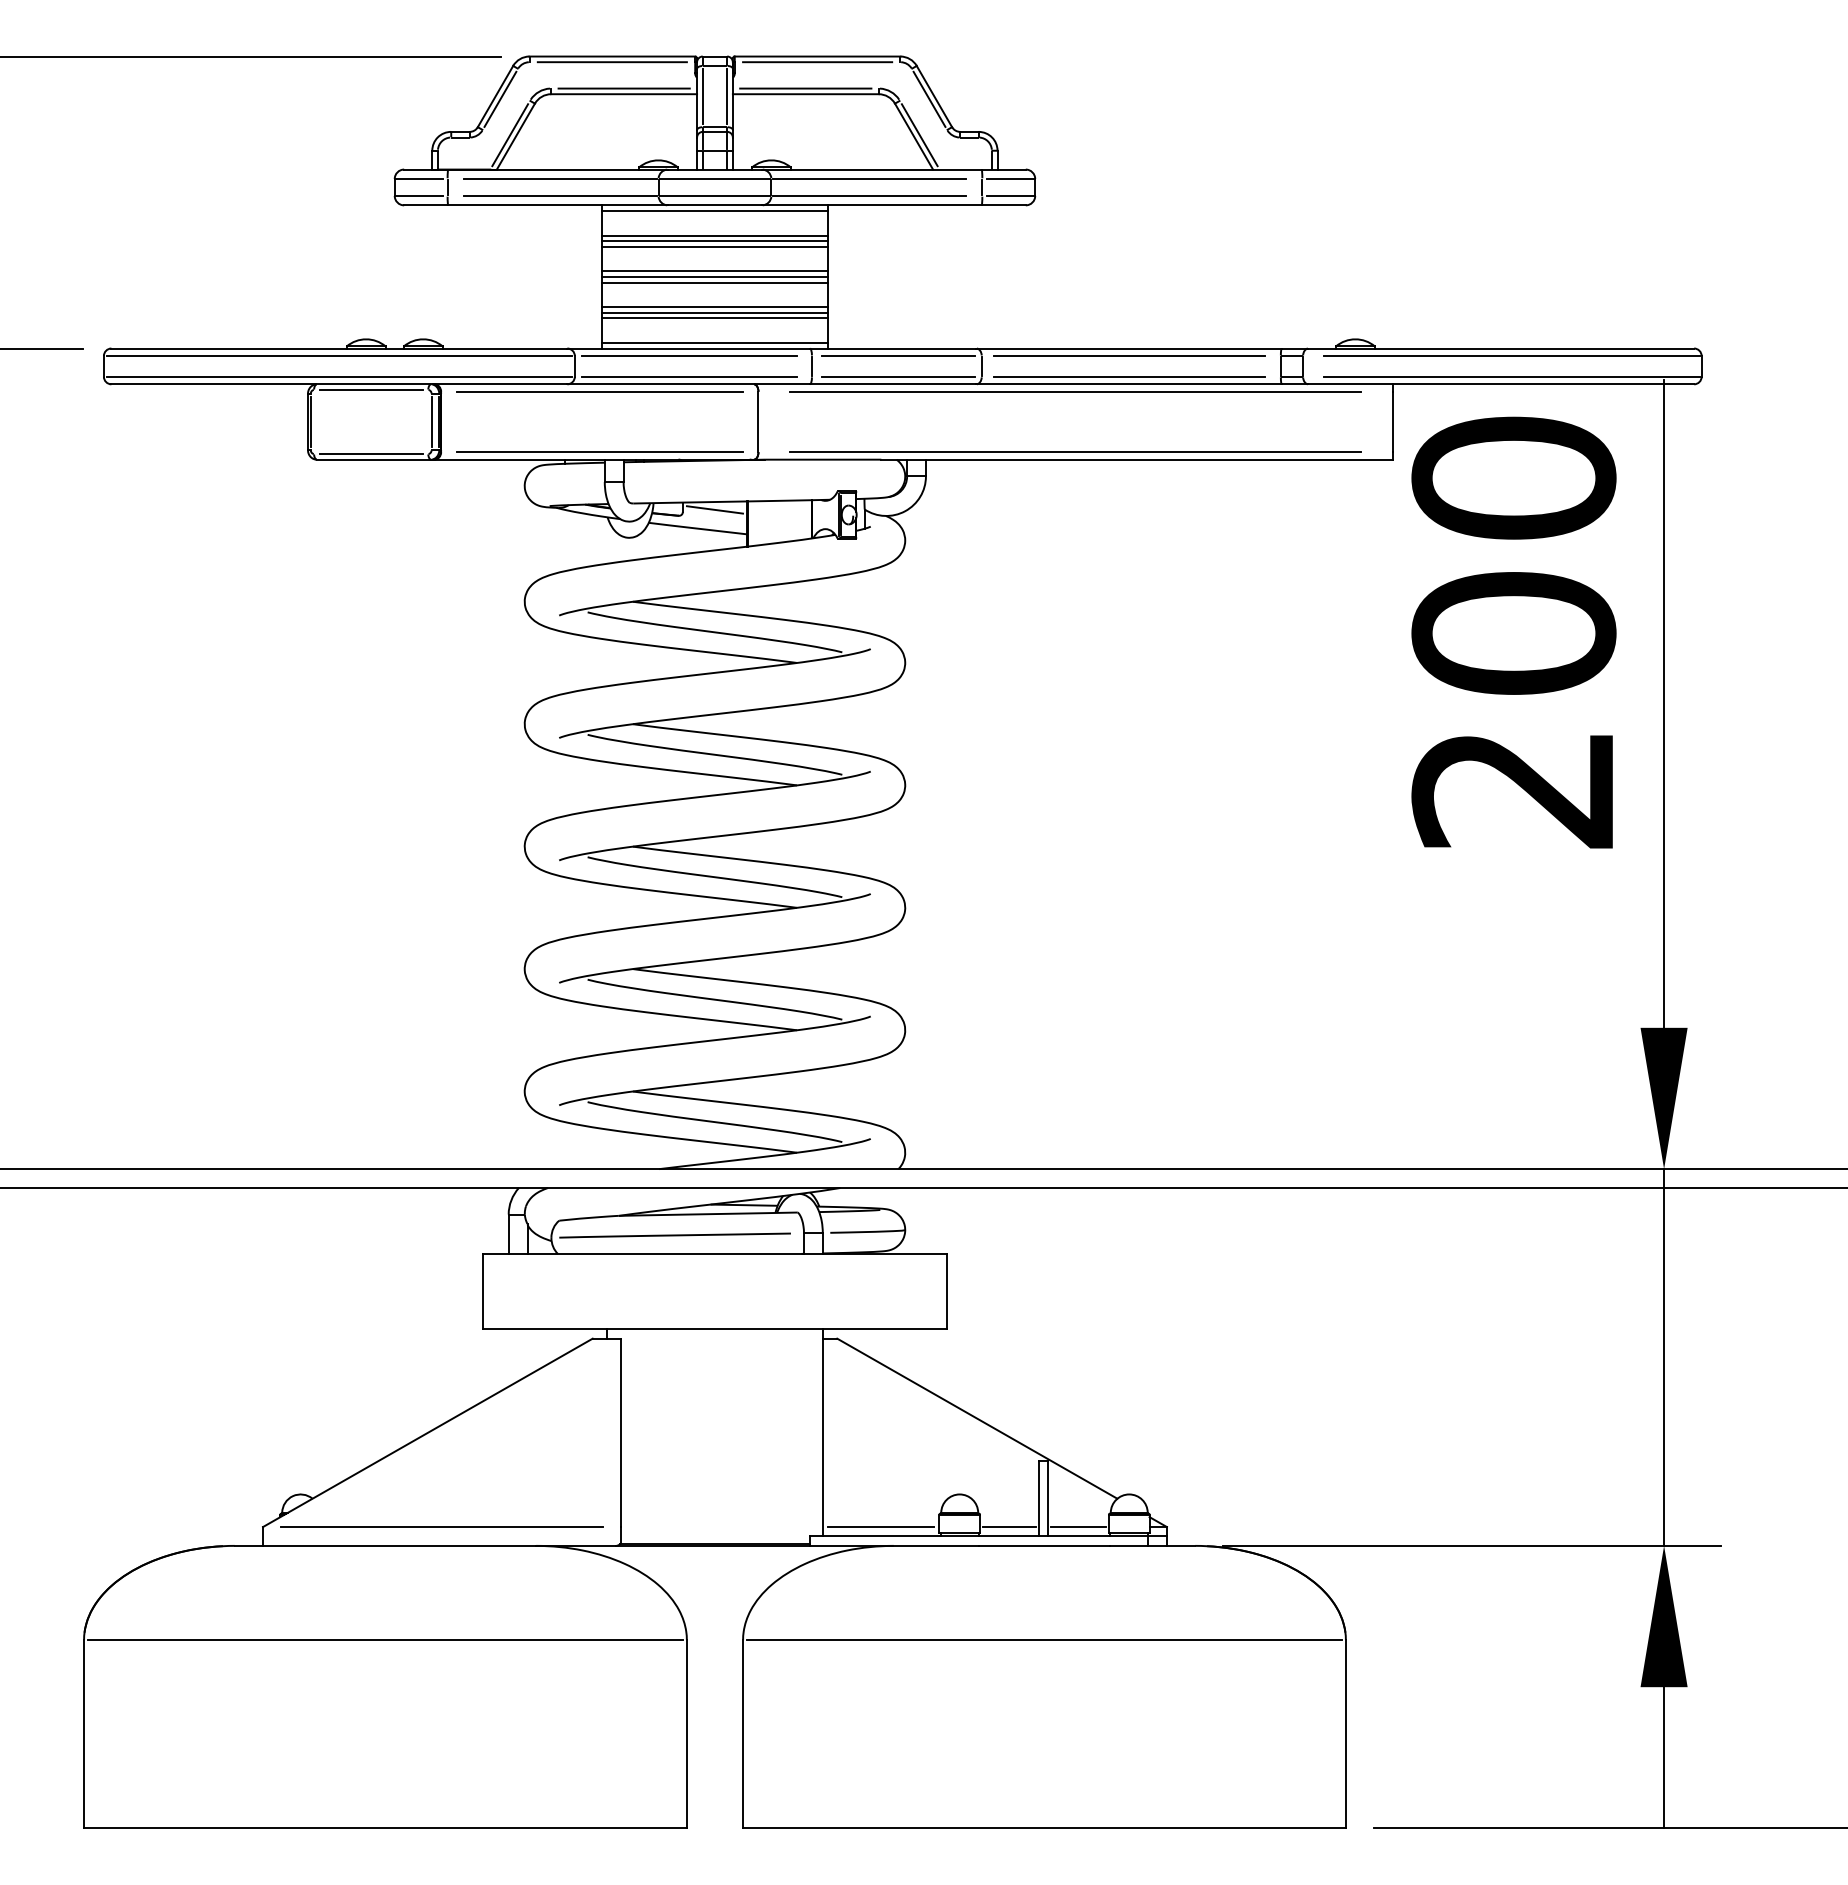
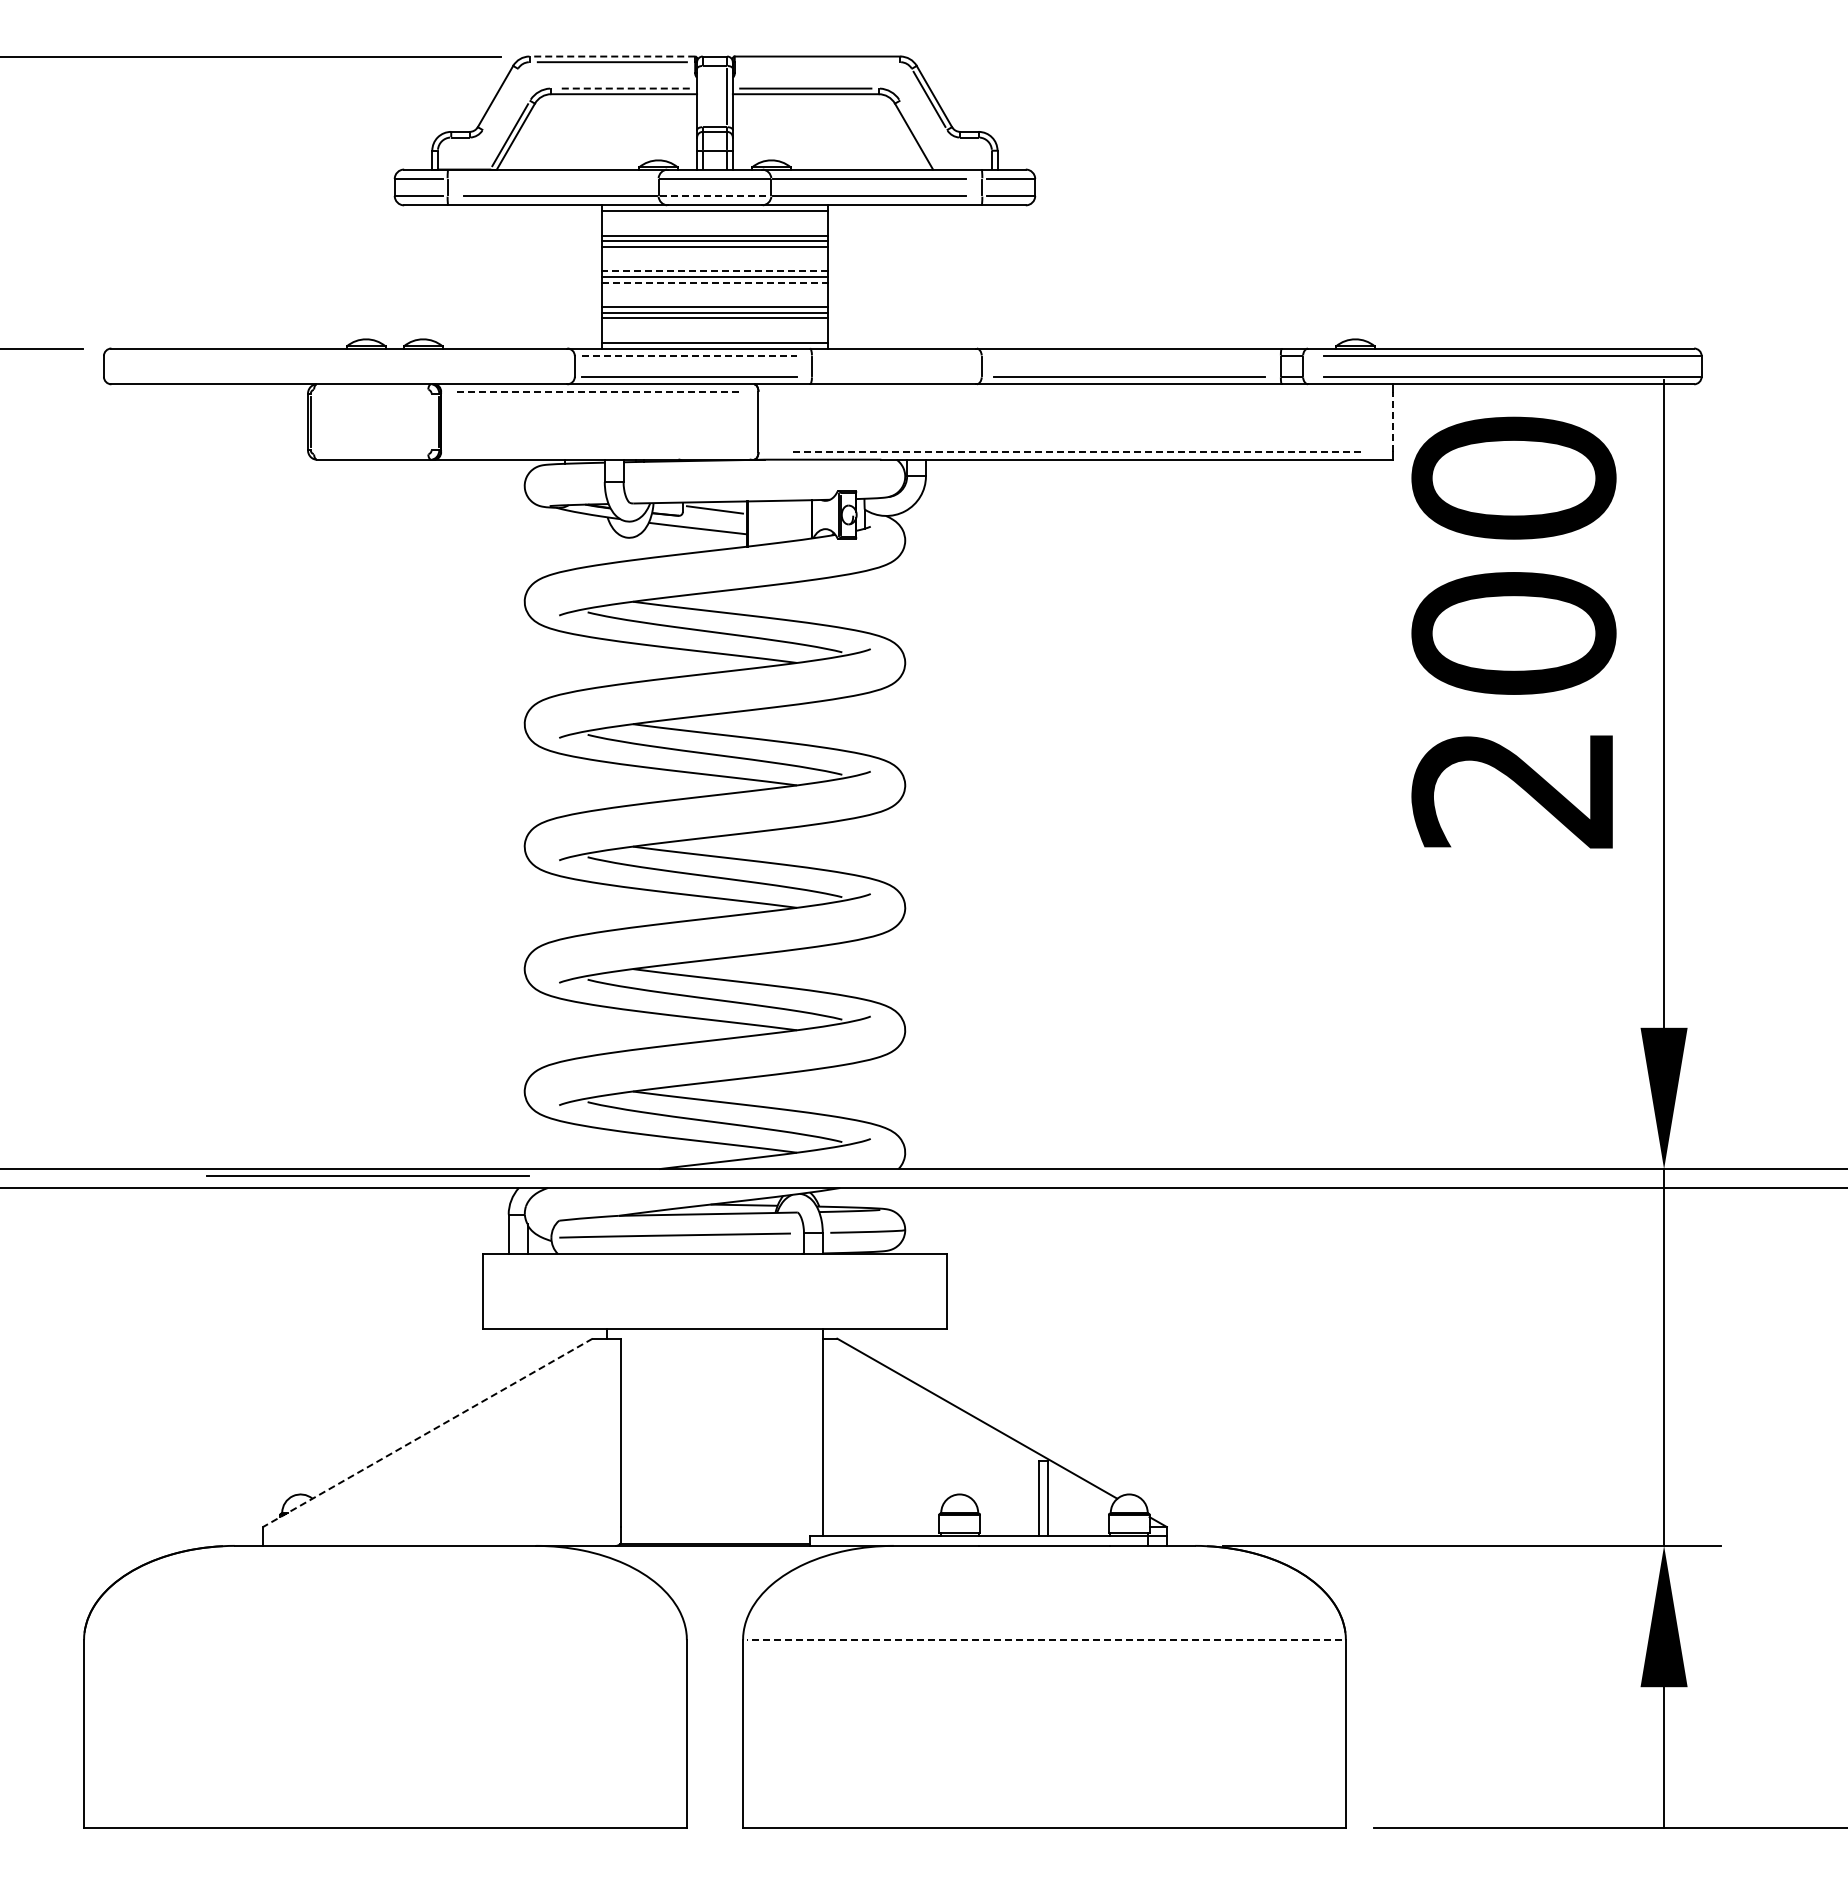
line at (612, 56): solid -> dashed
line at (817, 62): present -> none
line at (624, 88): solid -> dashed
line at (702, 96): present -> none
line at (500, 98): present -> none
line at (919, 135): present -> none
line at (559, 179): present -> none
line at (715, 195): solid -> dashed
line at (714, 271): solid -> dashed
line at (715, 282): solid -> dashed
line at (338, 356): present -> none
line at (689, 356): solid -> dashed
line at (897, 356): present -> none
line at (1128, 356): present -> none
line at (338, 376): present -> none
line at (897, 376): present -> none
line at (370, 389): present -> none
line at (599, 391): solid -> dashed
line at (1075, 391): present -> none
line at (431, 421): present -> none
line at (1393, 421): solid -> dashed
line at (599, 452): present -> none
line at (1075, 452): solid -> dashed
line at (370, 454): present -> none
line at (427, 1432): solid -> dashed
line at (441, 1526) position: (441, 1526) -> (367, 1175)
line at (880, 1527): present -> none
line at (1009, 1527): present -> none
line at (1078, 1527): present -> none
line at (385, 1640): present -> none
line at (1044, 1640): solid -> dashed
